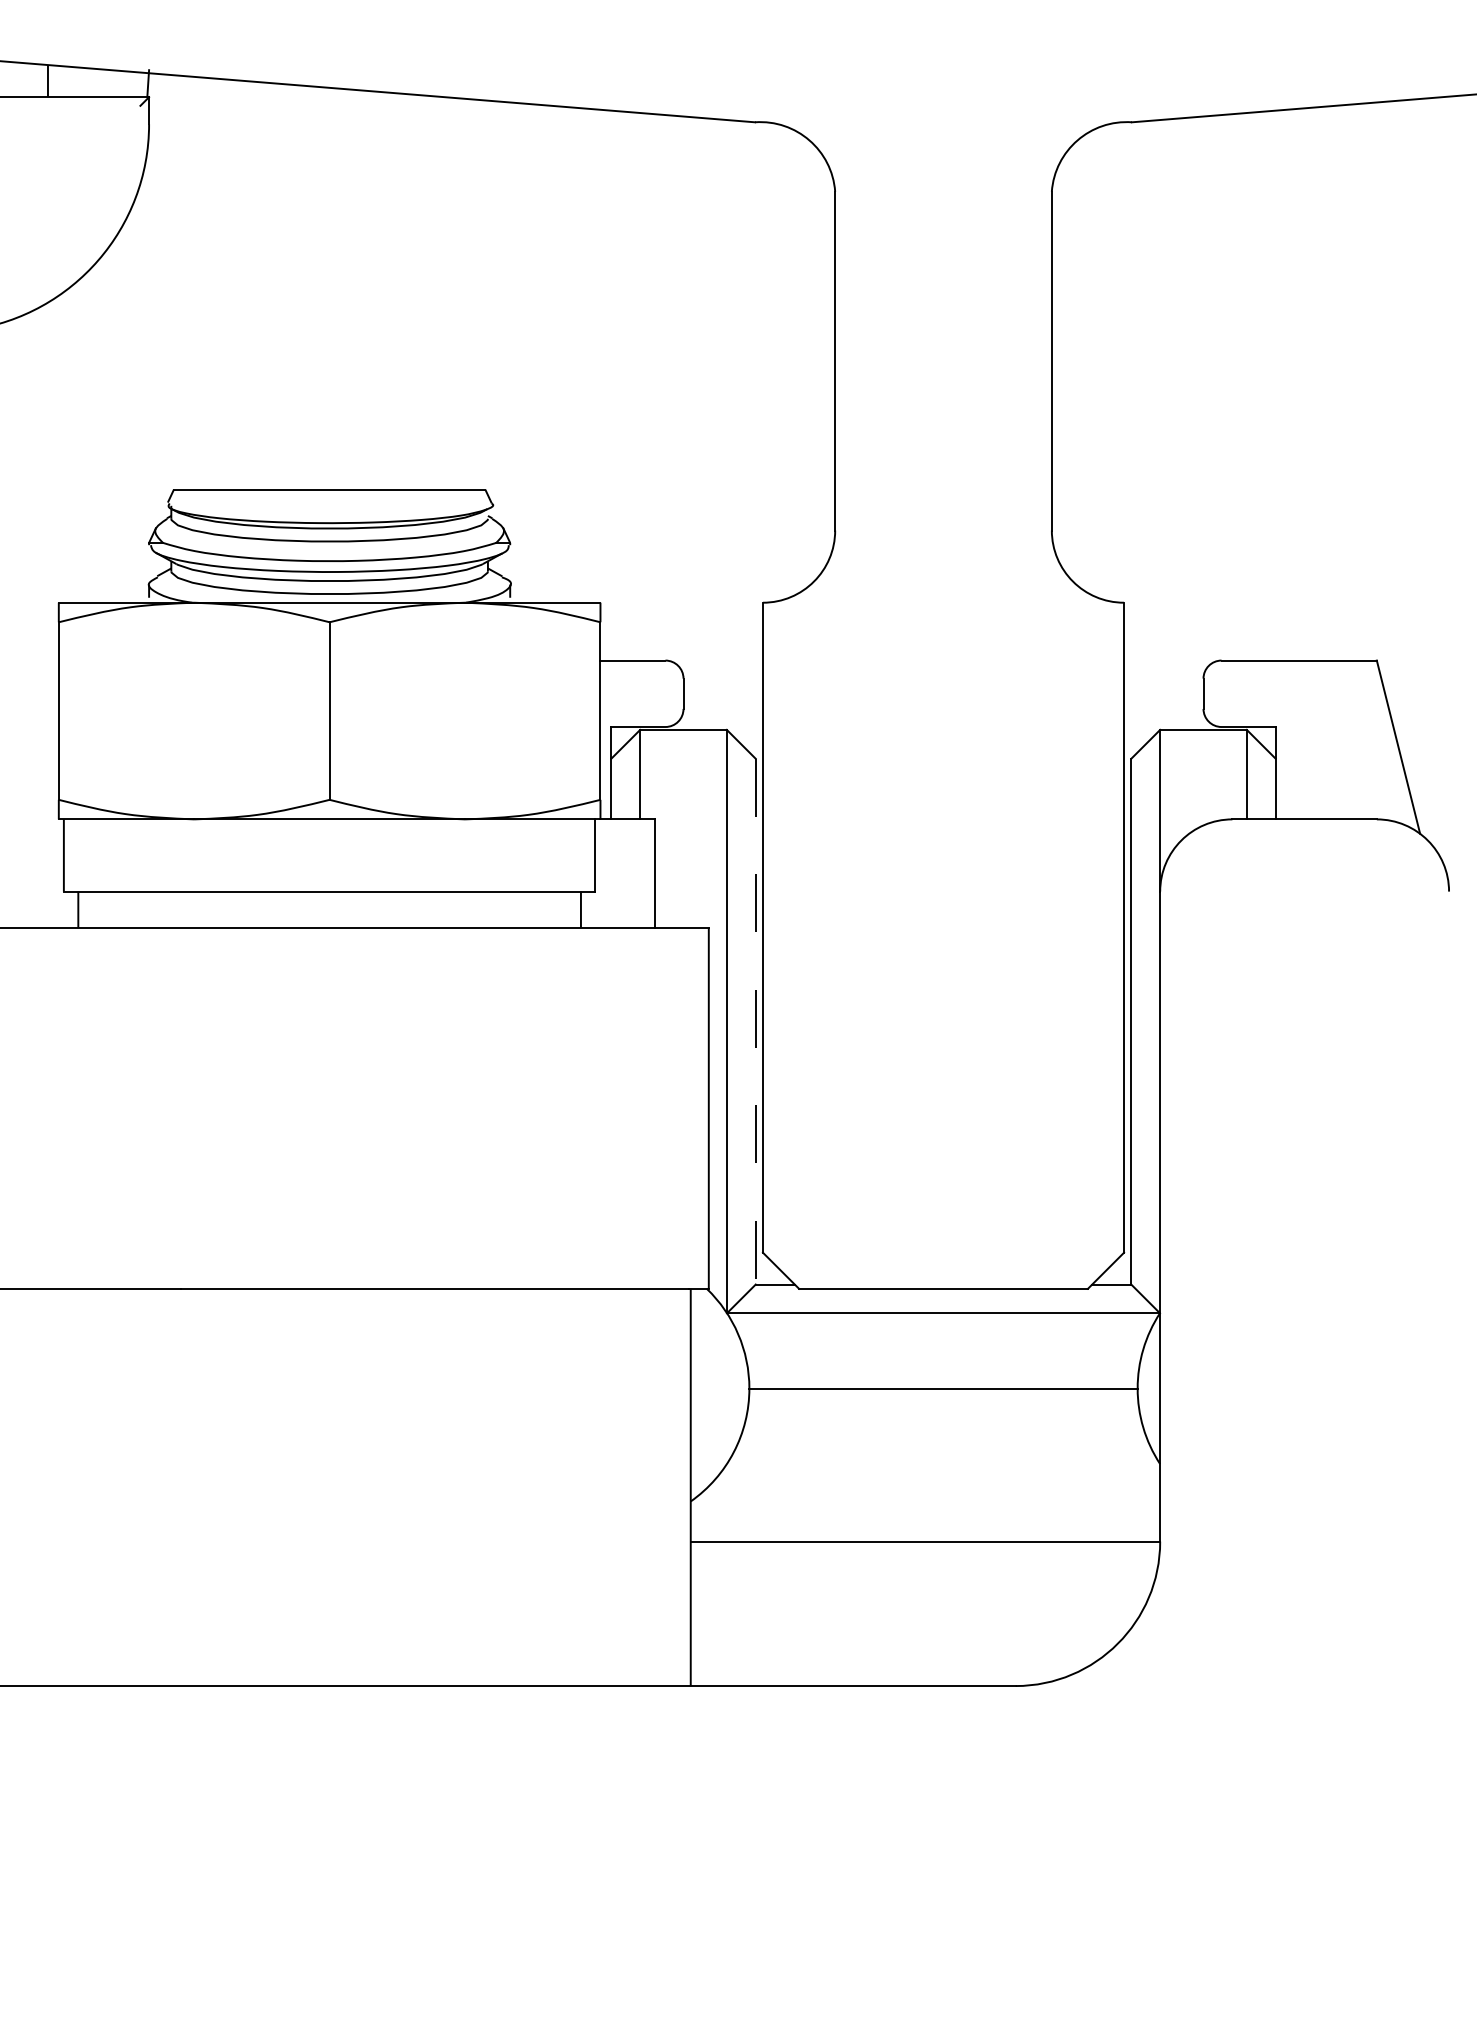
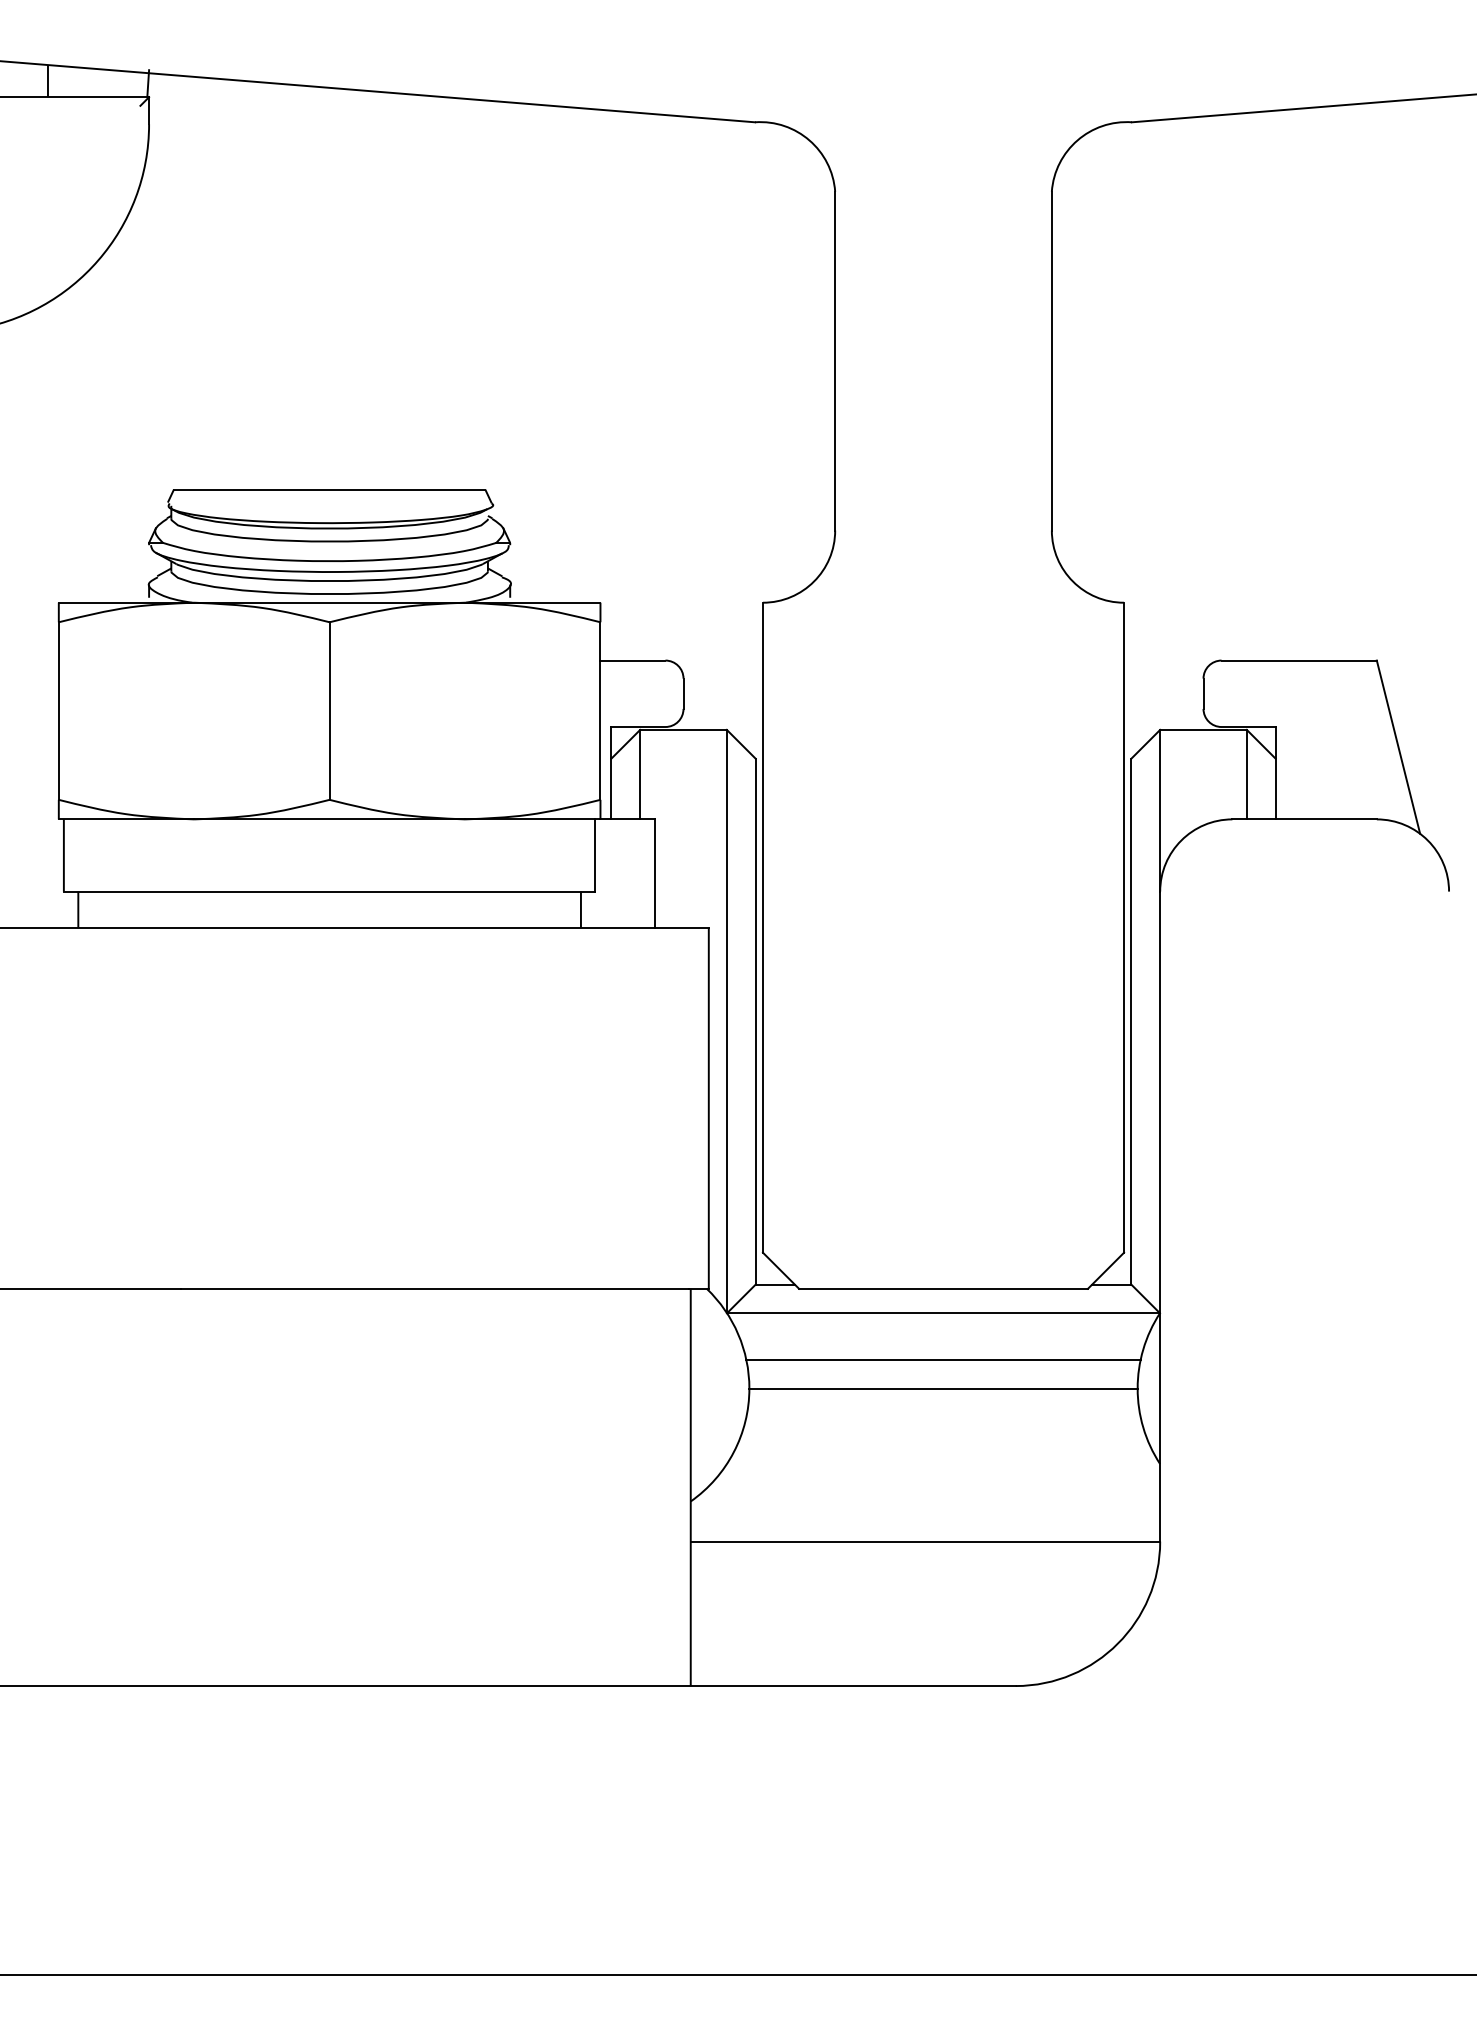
line at (755, 1021): dashed -> solid
line at (943, 1359): none -> present
line at (737, 1974): none -> present
